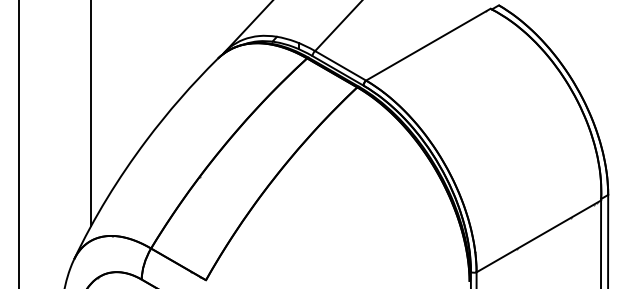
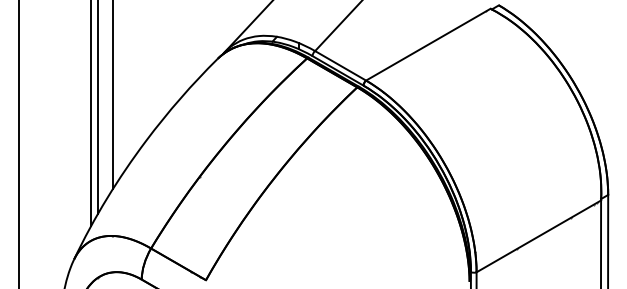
line at (112, 95): none -> present
line at (97, 108): none -> present
